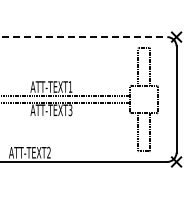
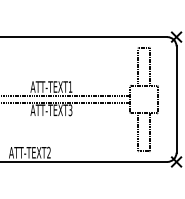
line at (84, 37): dashed -> solid
